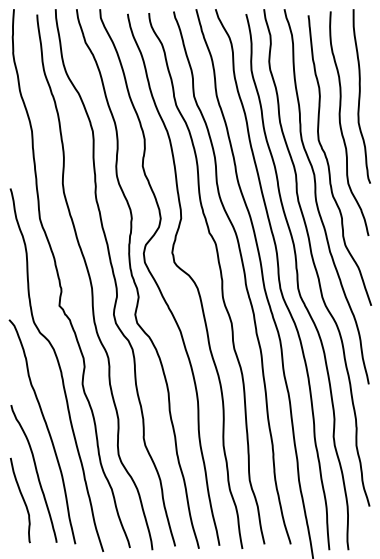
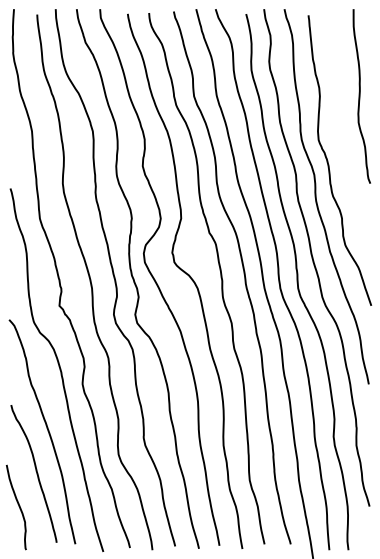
curve at (341, 124): present -> none
curve at (22, 499) position: (22, 499) -> (18, 506)
